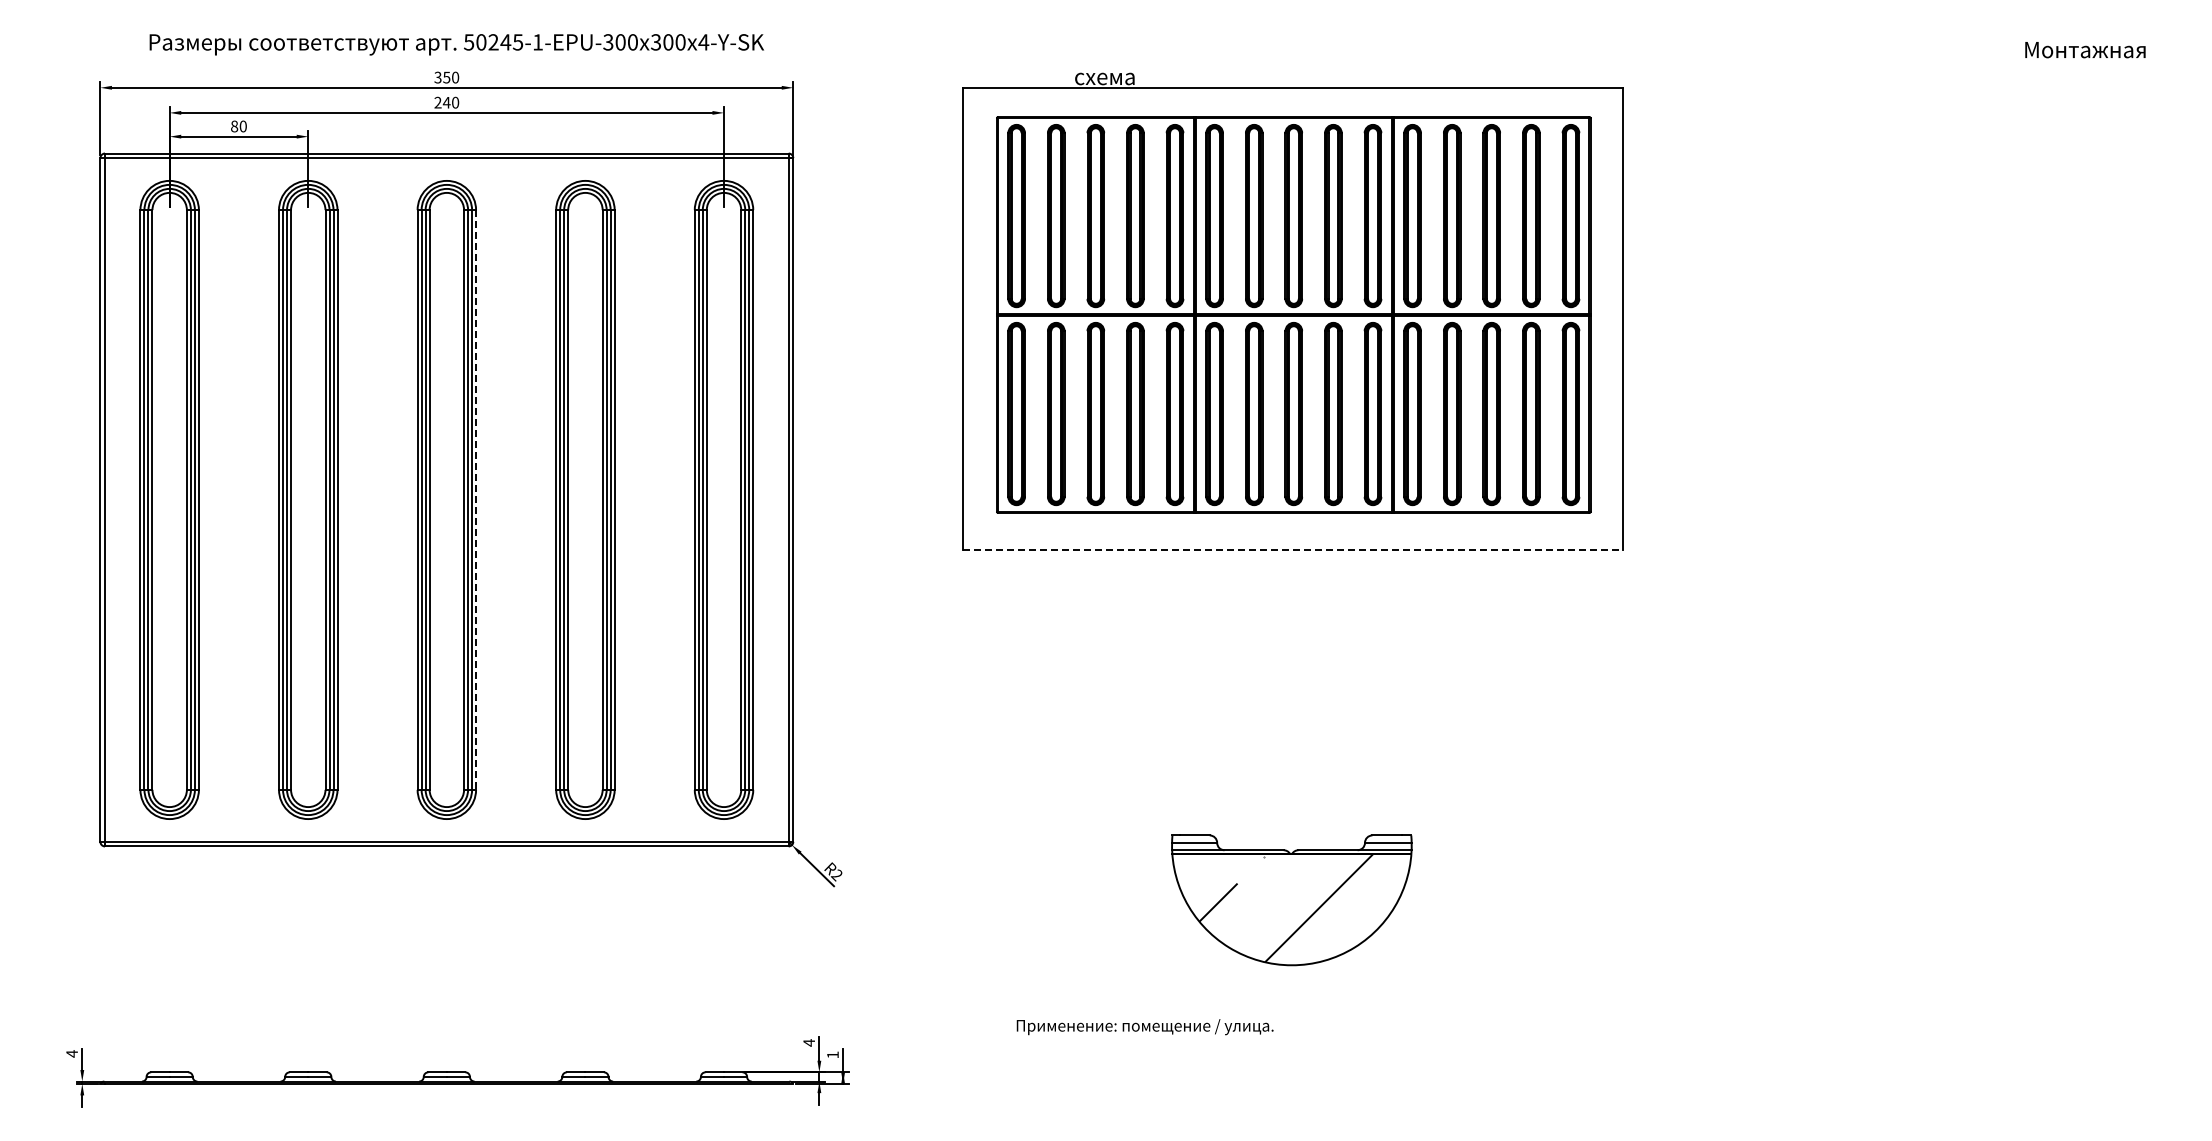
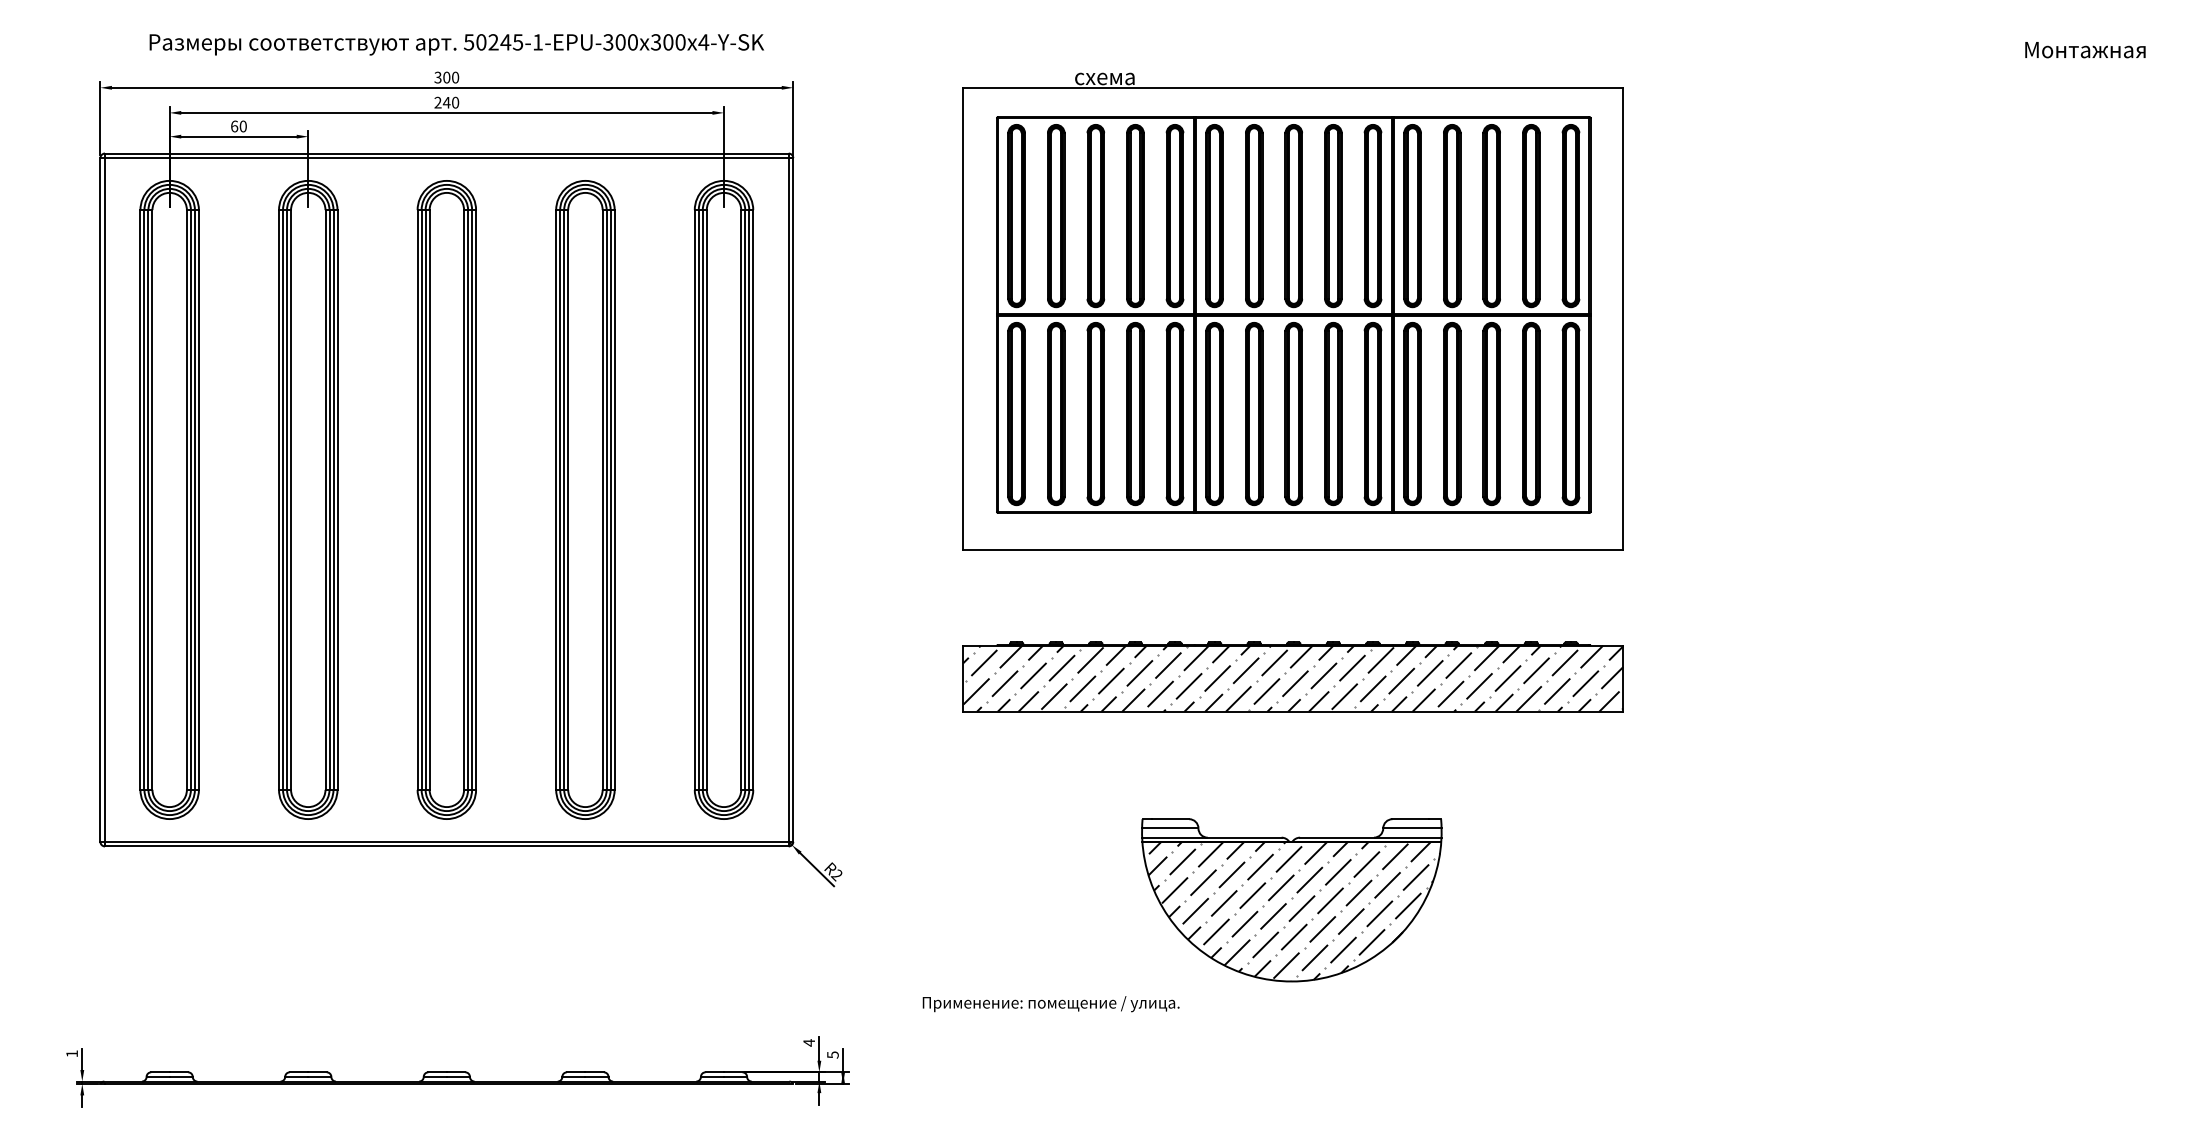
text at (446, 77): 350 -> 300
text at (234, 126): 80 -> 60
line at (476, 500): dashed -> solid
line at (1293, 549): dashed -> solid
part at (1292, 676): none -> present
part at (1291, 900) size: 242x133 px -> 302x165 px
text at (1144, 1027) position: (1144, 1027) -> (1050, 1004)
text at (71, 1053): 4 -> 1
text at (832, 1054): 1 -> 5
